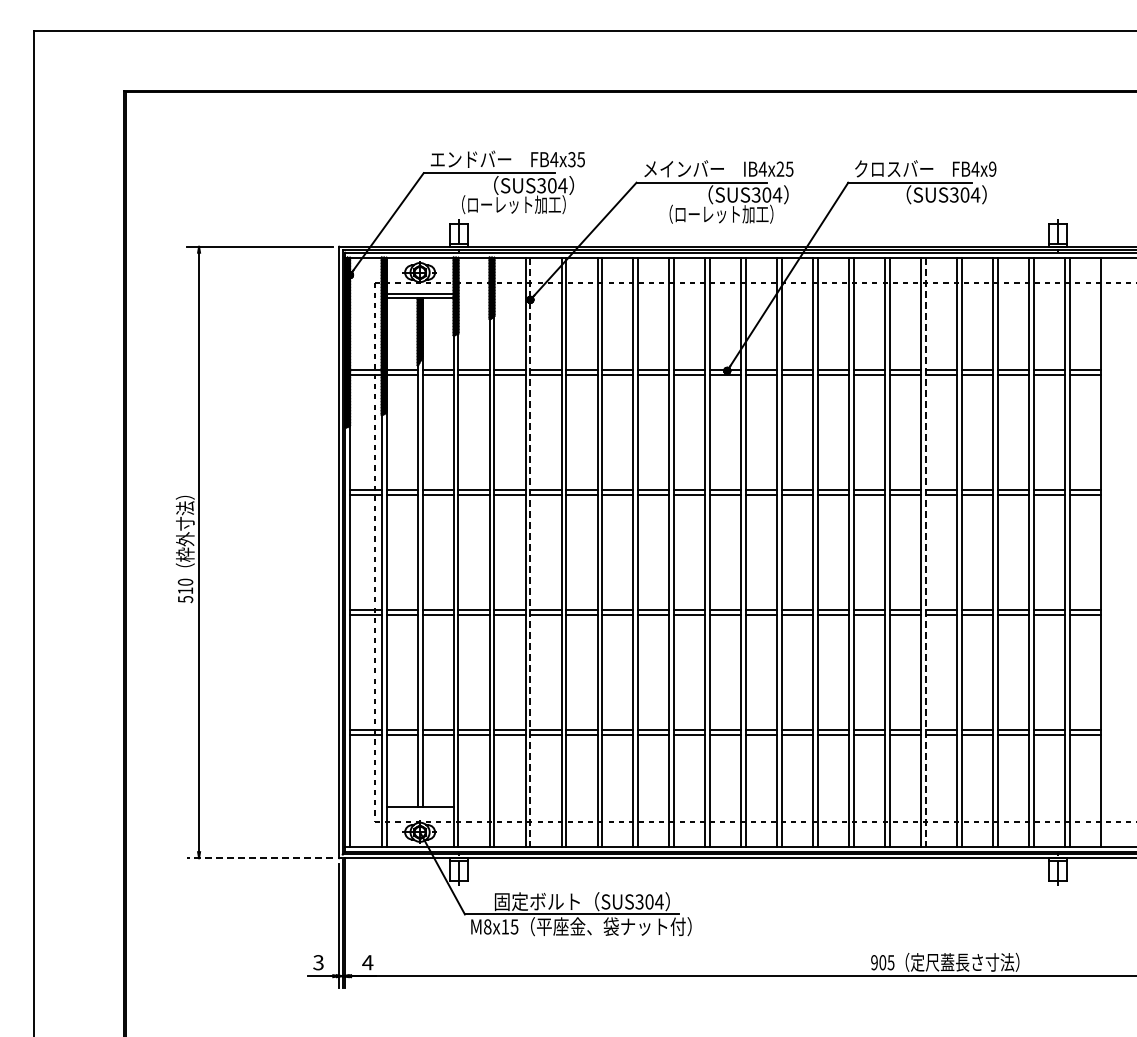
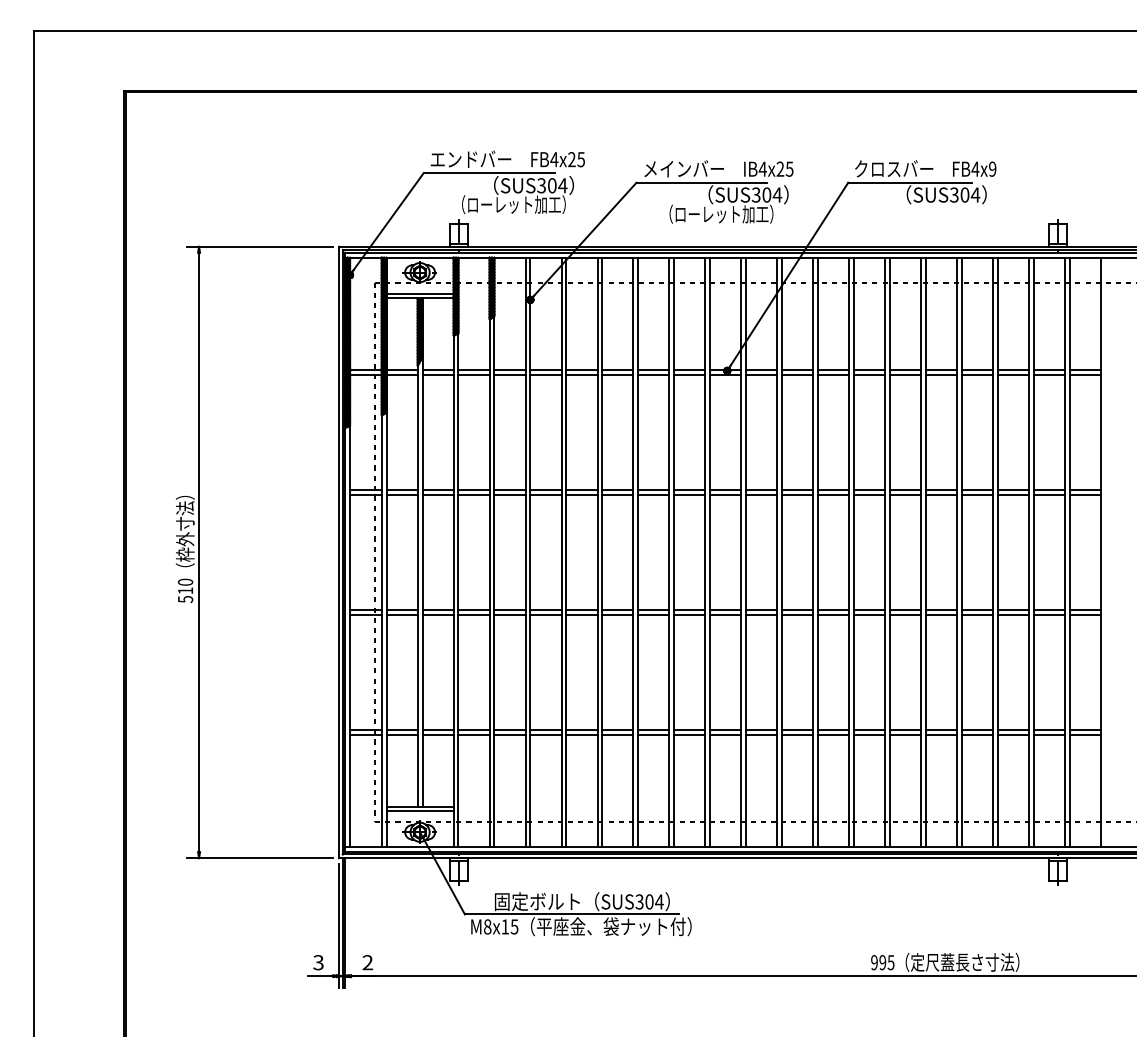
text at (571, 159): FB4x35 -> FB4x25
line at (530, 552): dashed -> solid
line at (925, 552): dashed -> solid
line at (419, 811): none -> present
line at (259, 858): dashed -> solid
text at (367, 962): 4 -> 2
text at (882, 962): 905 -> 995
